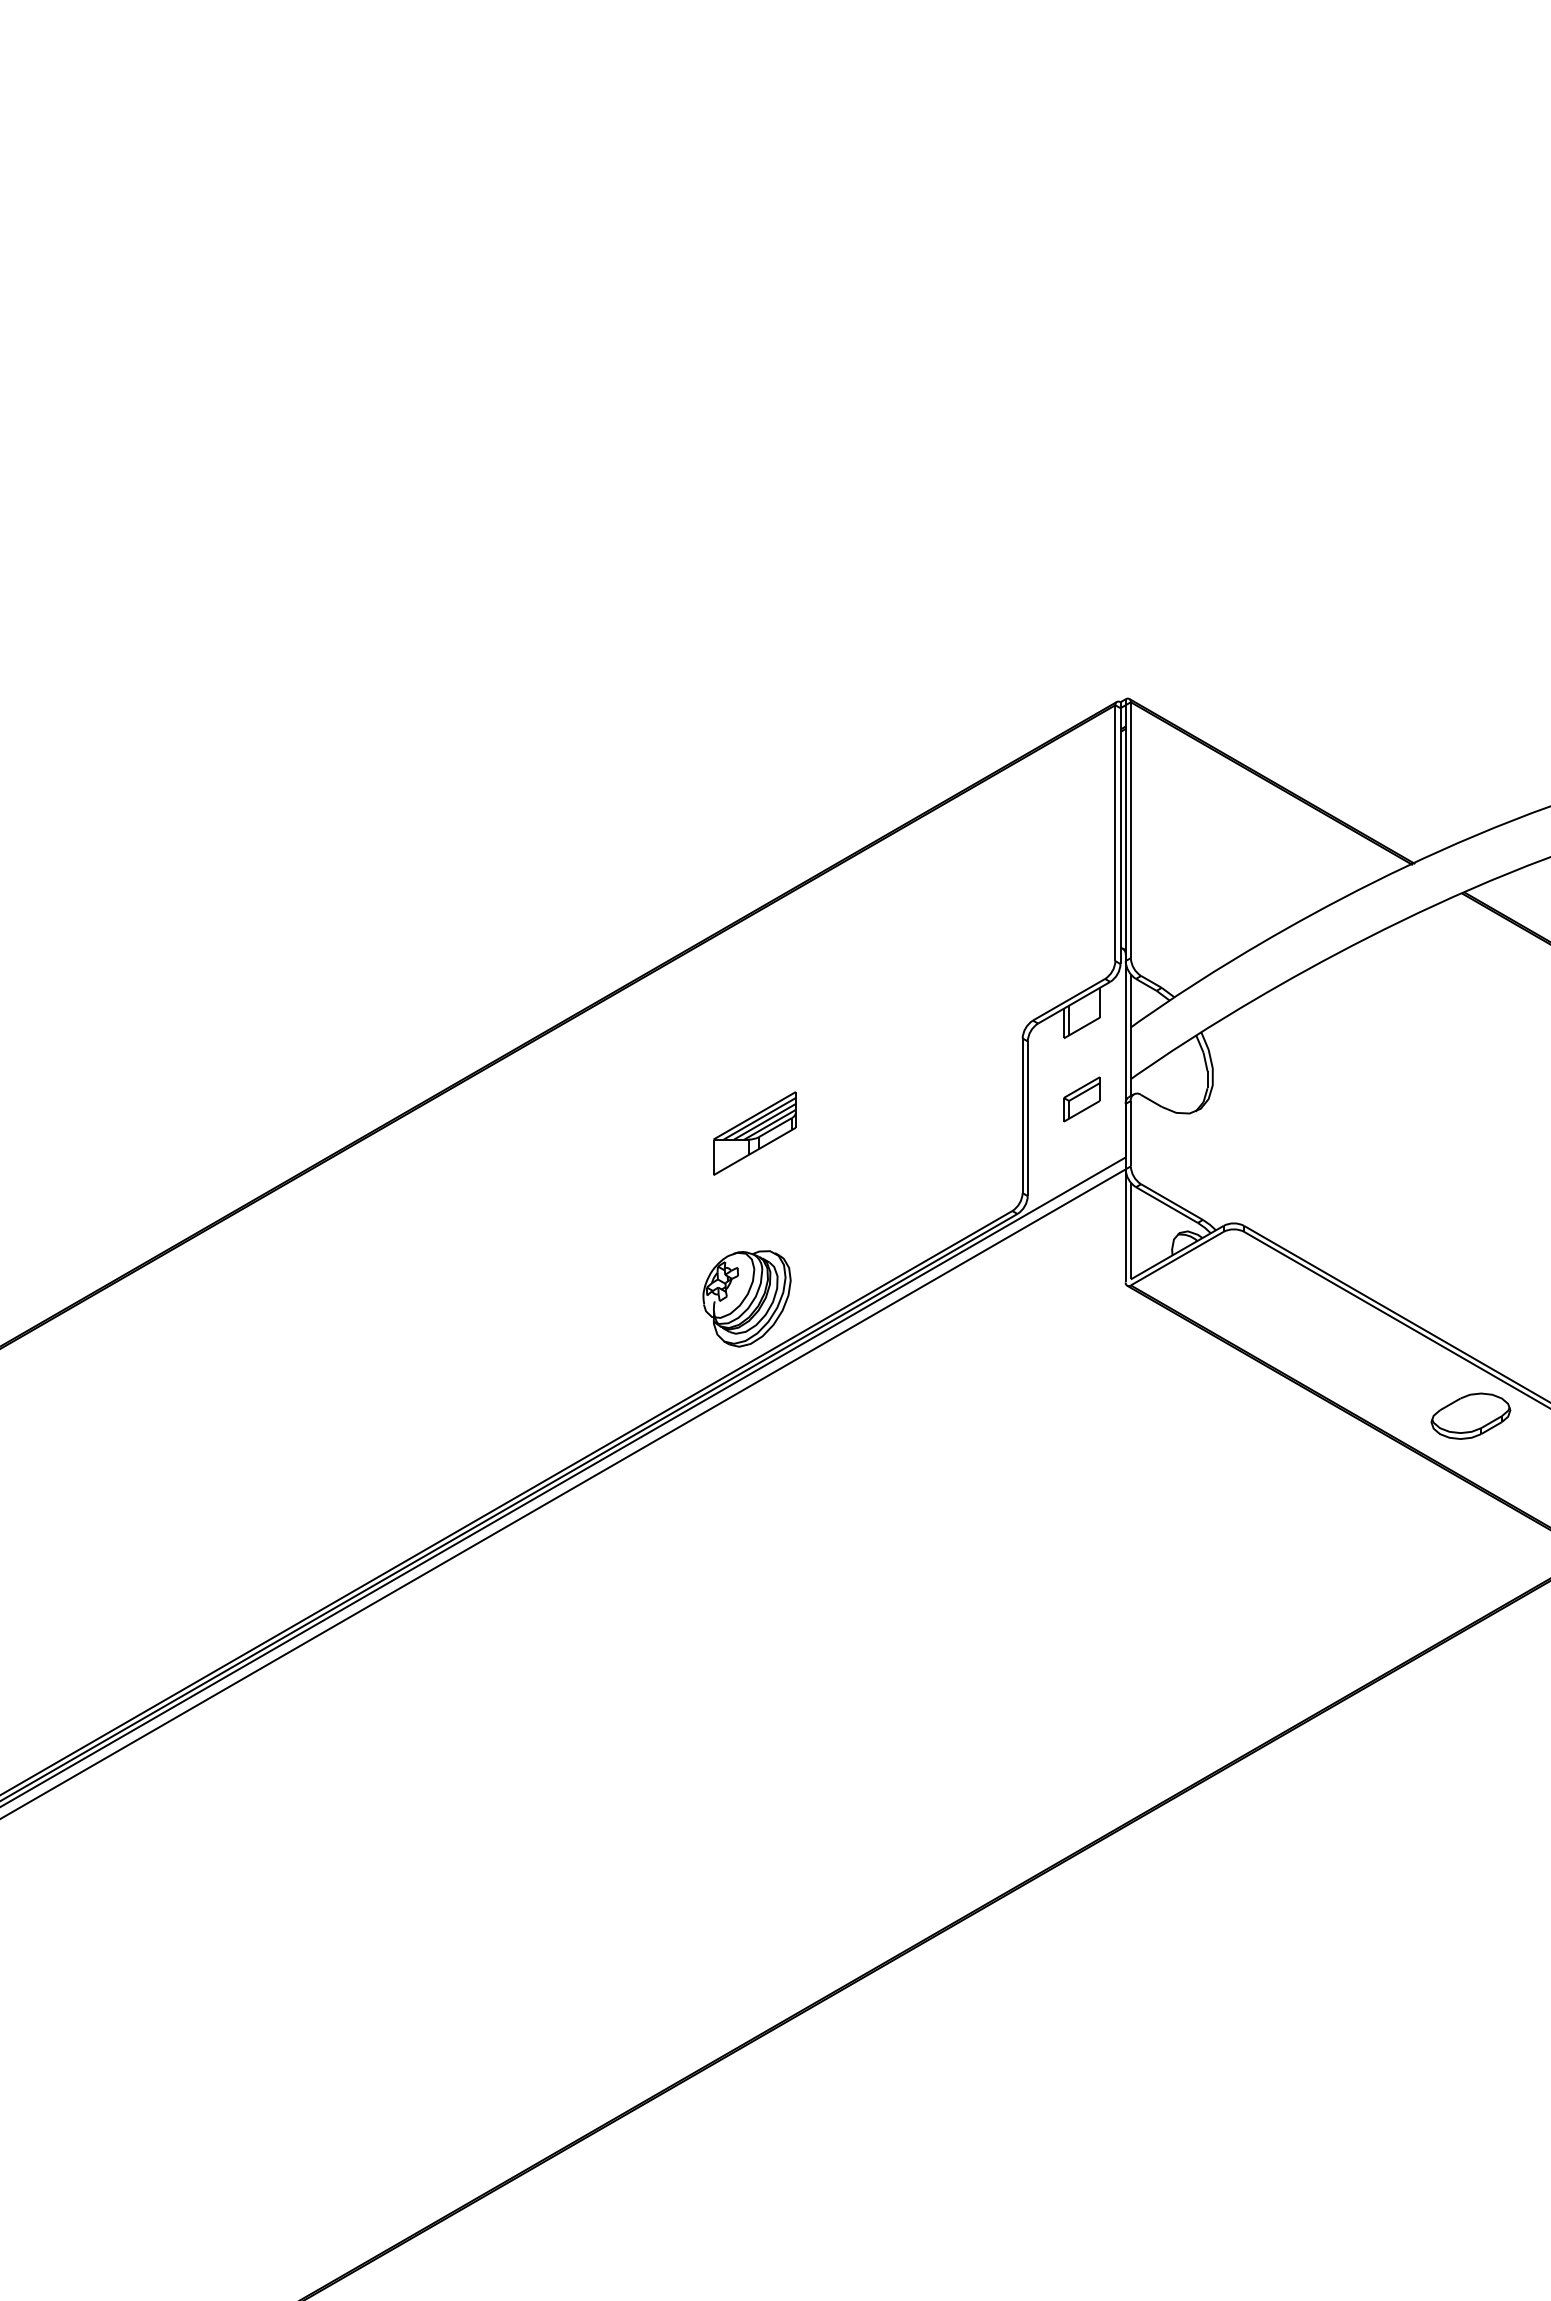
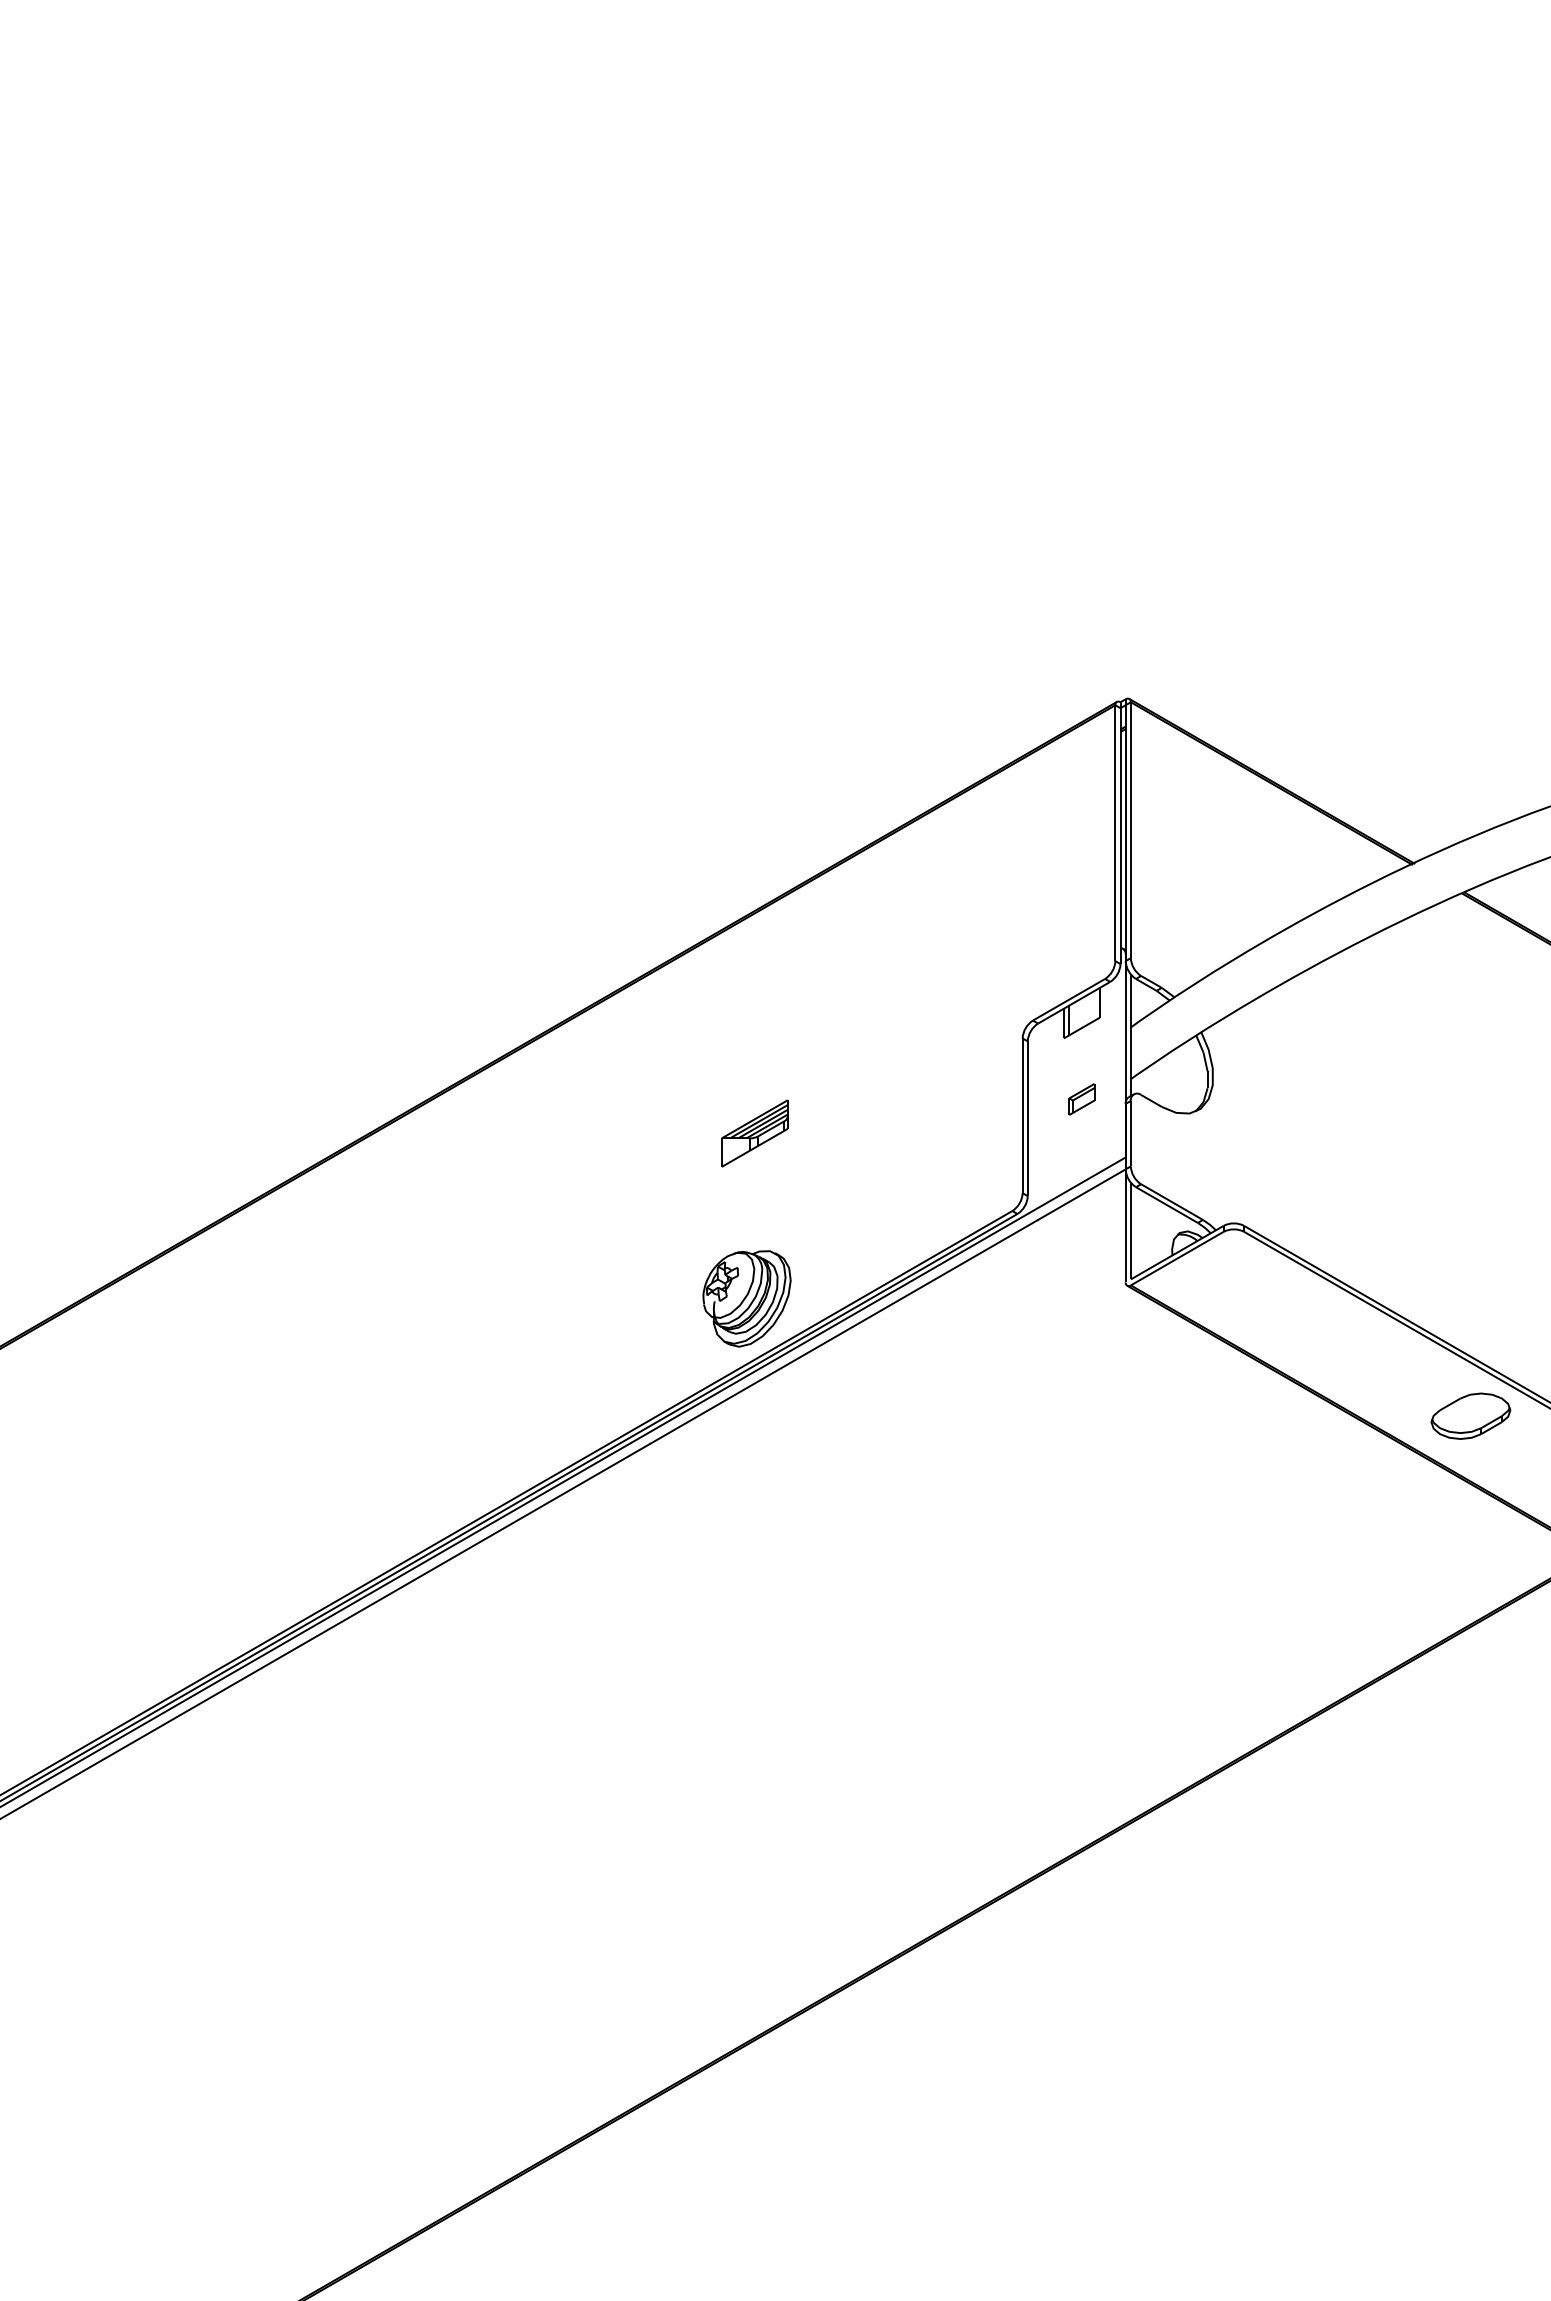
part at (1081, 1099) size: 38x47 px -> 28x33 px
part at (754, 1133) size: 84x85 px -> 68x69 px
